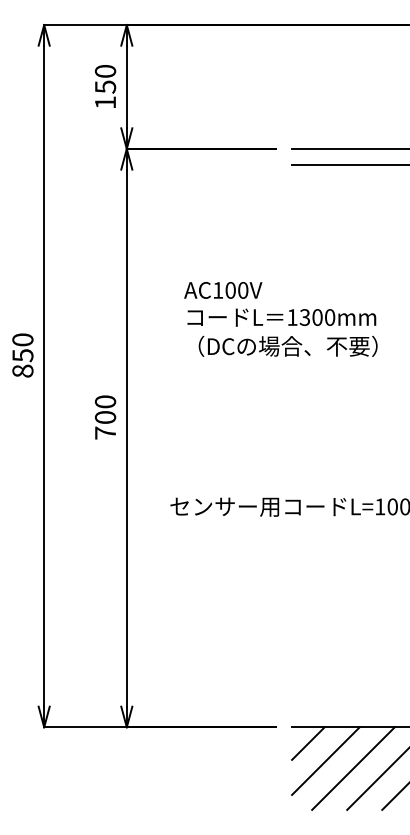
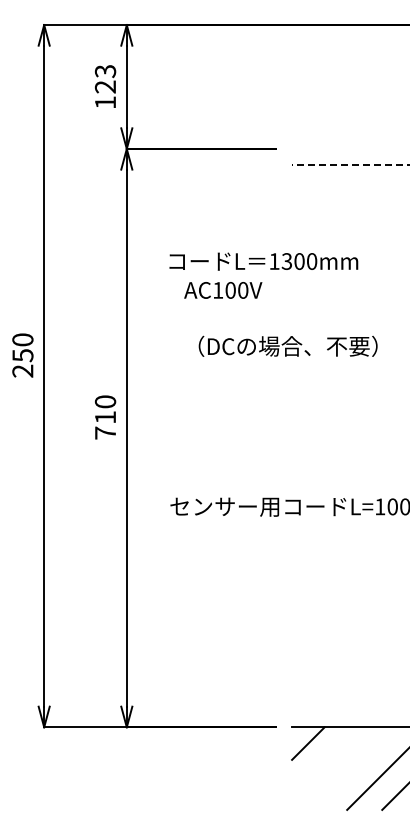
text at (105, 79): 150 -> 123
line at (349, 148): present -> none
line at (350, 165): solid -> dashed
text at (281, 317) position: (281, 317) -> (263, 261)
text at (22, 370): 850 -> 250
text at (105, 417): 700 -> 710
line at (325, 760): present -> none
line at (353, 768): present -> none
